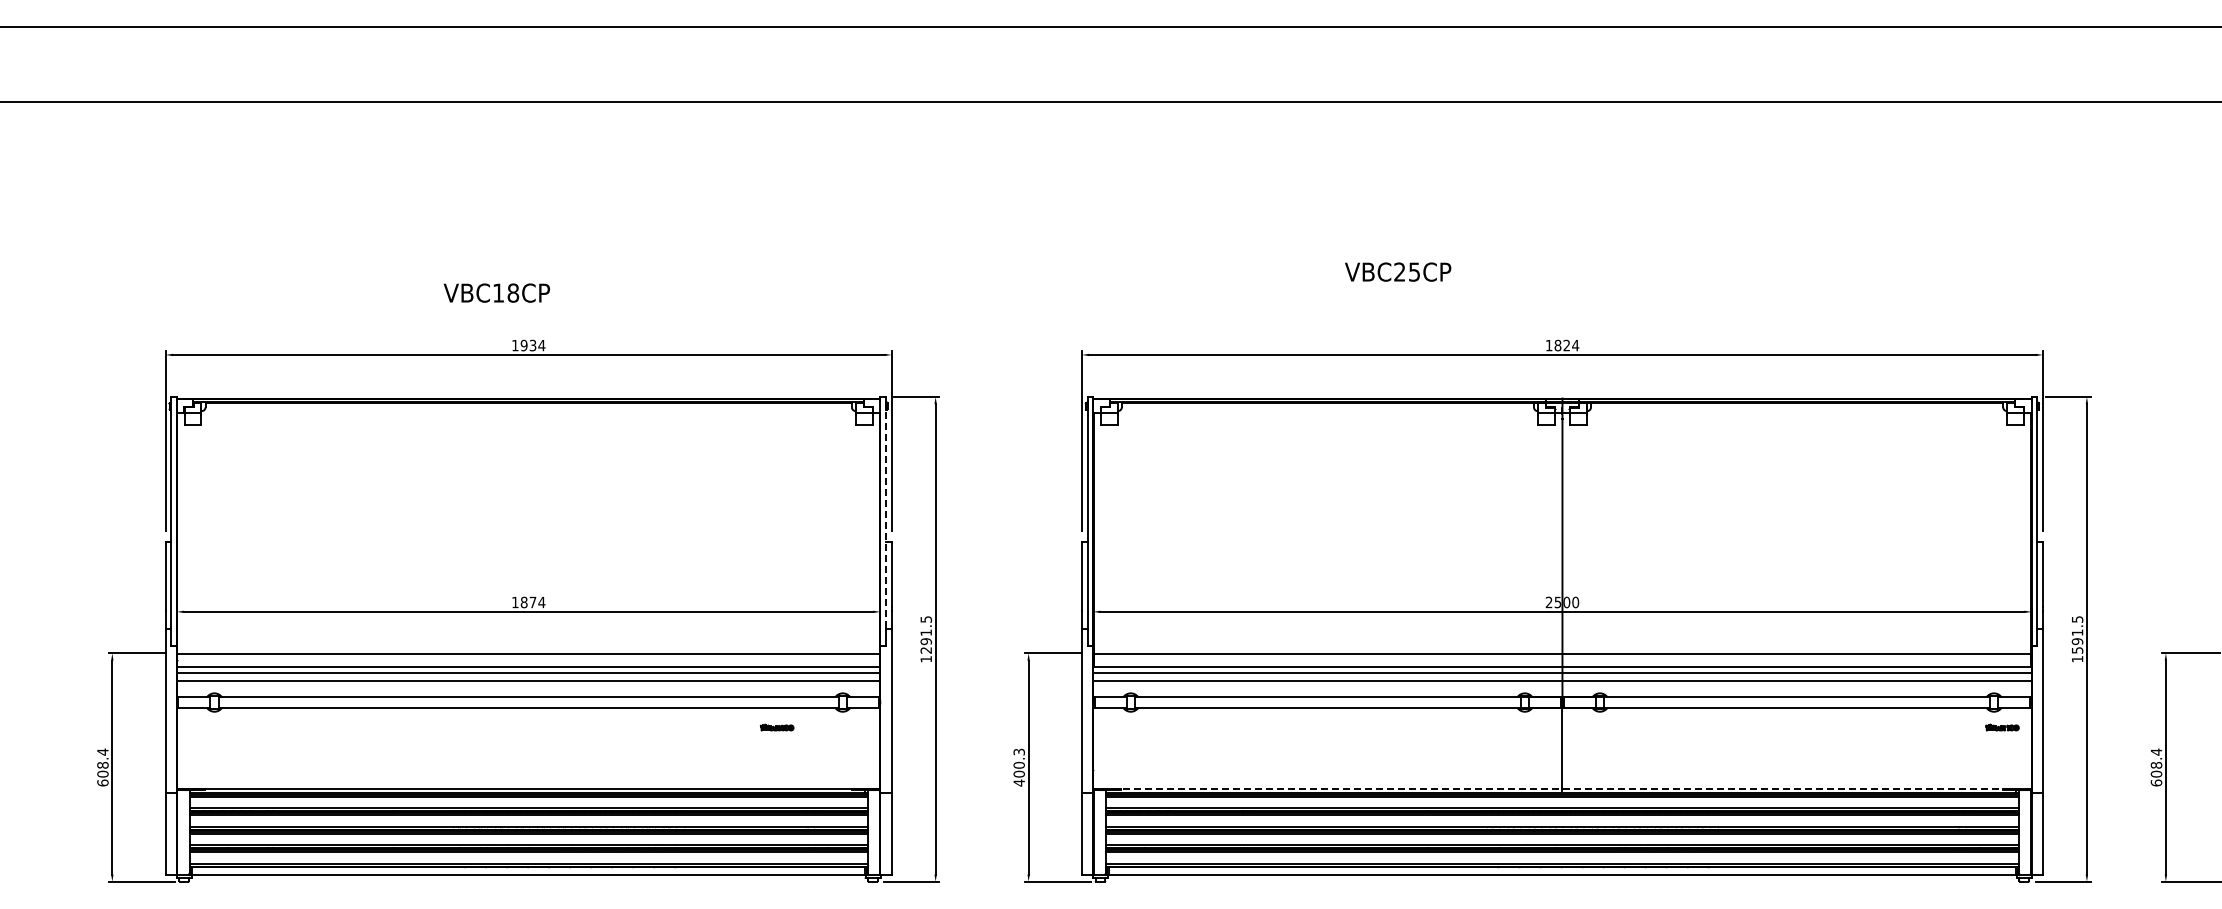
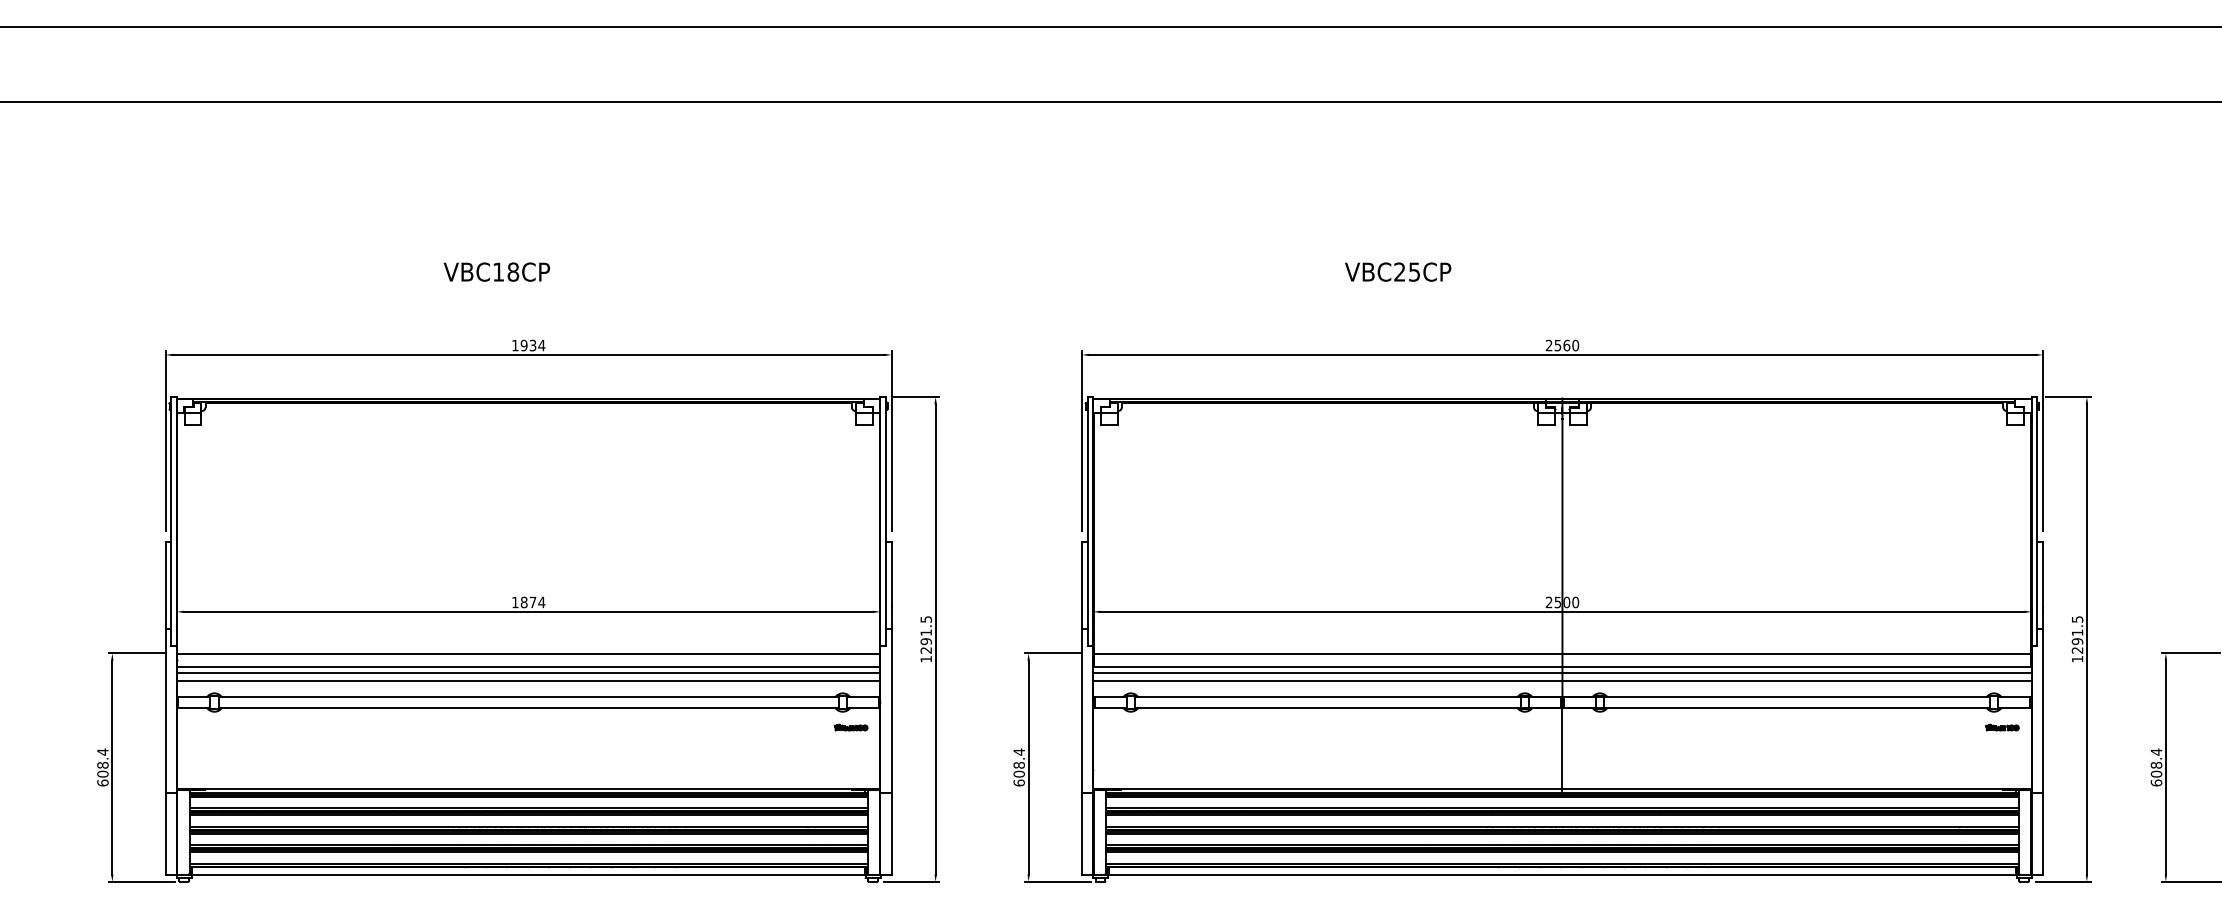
text at (496, 292) position: (496, 292) -> (496, 271)
text at (1562, 345): 1824 -> 2560
line at (885, 515): dashed -> solid
text at (2077, 650): 1591.5 -> 1291.5
part at (776, 727) position: (776, 727) -> (850, 727)
text at (1018, 767): 400.3 -> 608.4
line at (1561, 788): dashed -> solid
